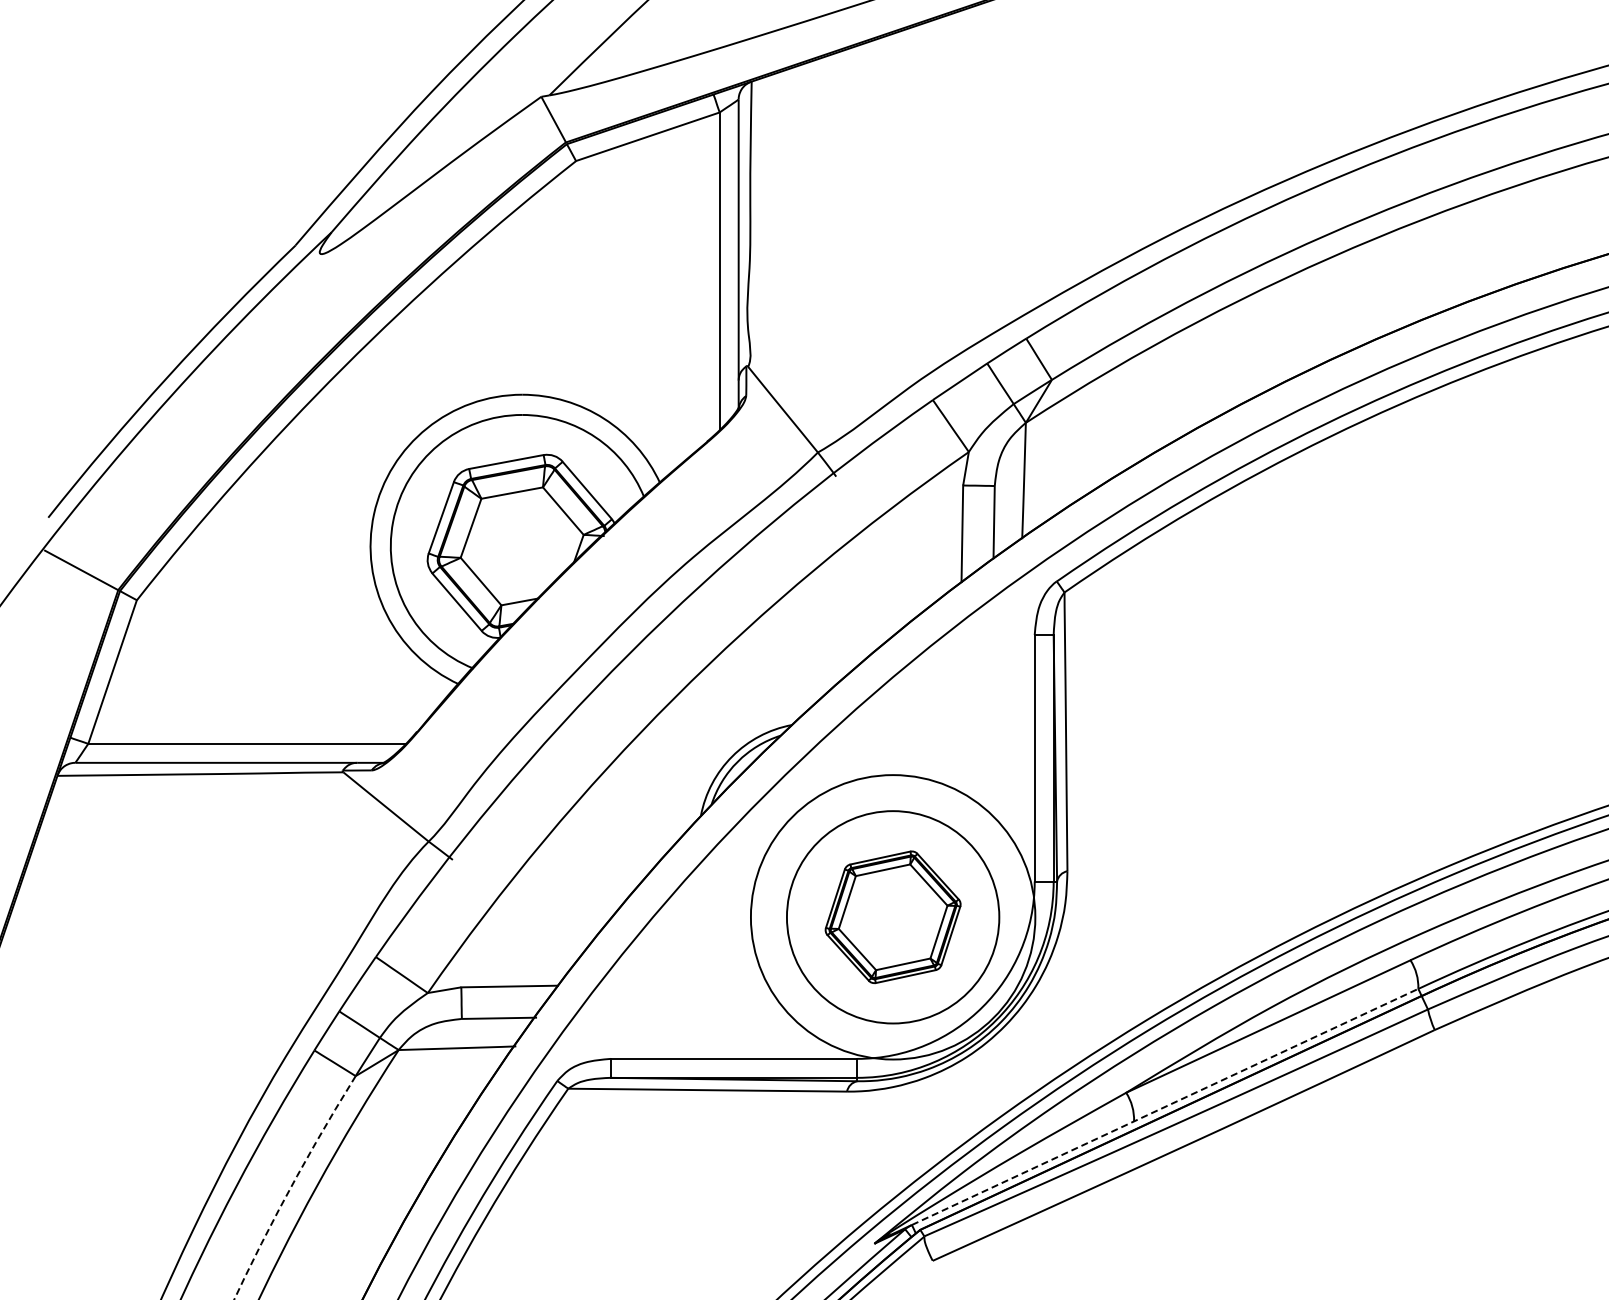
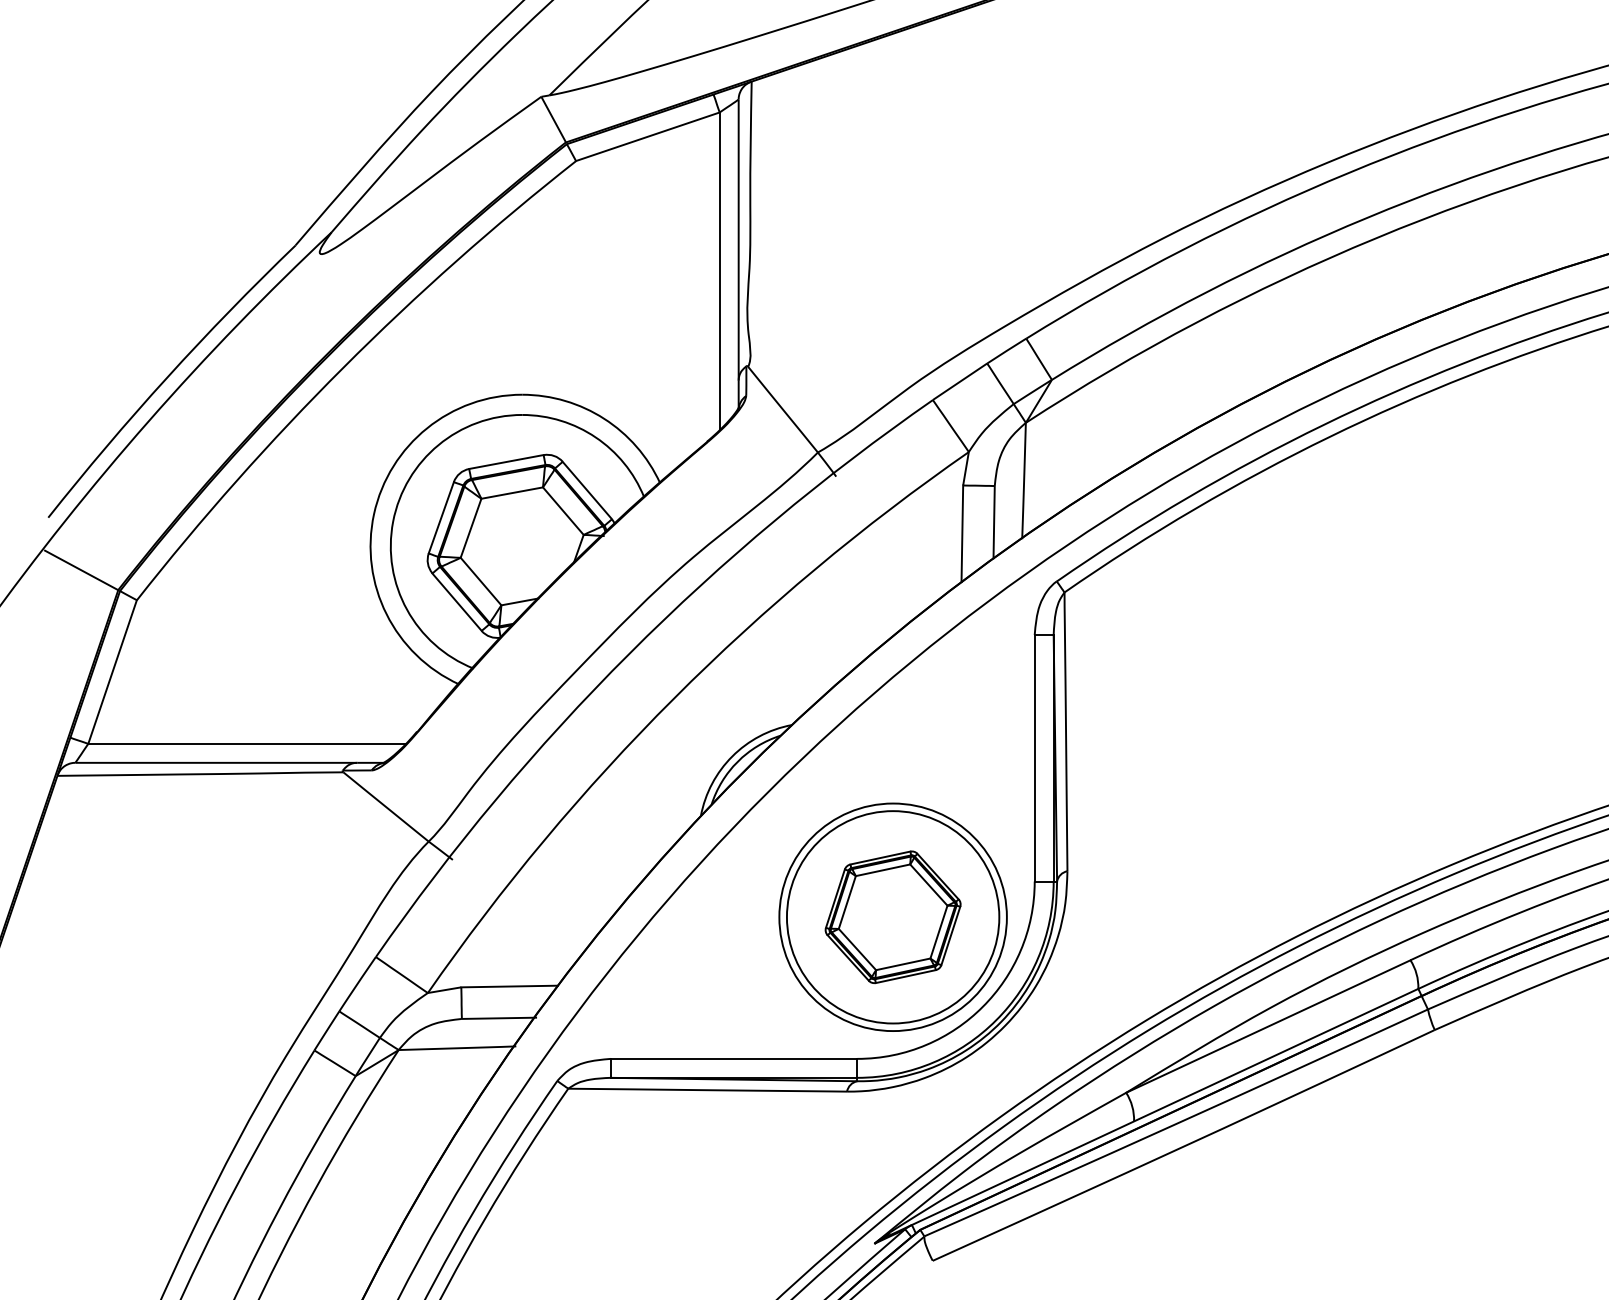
circle at (892, 917) diameter: 284 px -> 228 px
line at (1165, 1106): dashed -> solid
arc at (291, 1186): dashed -> solid
